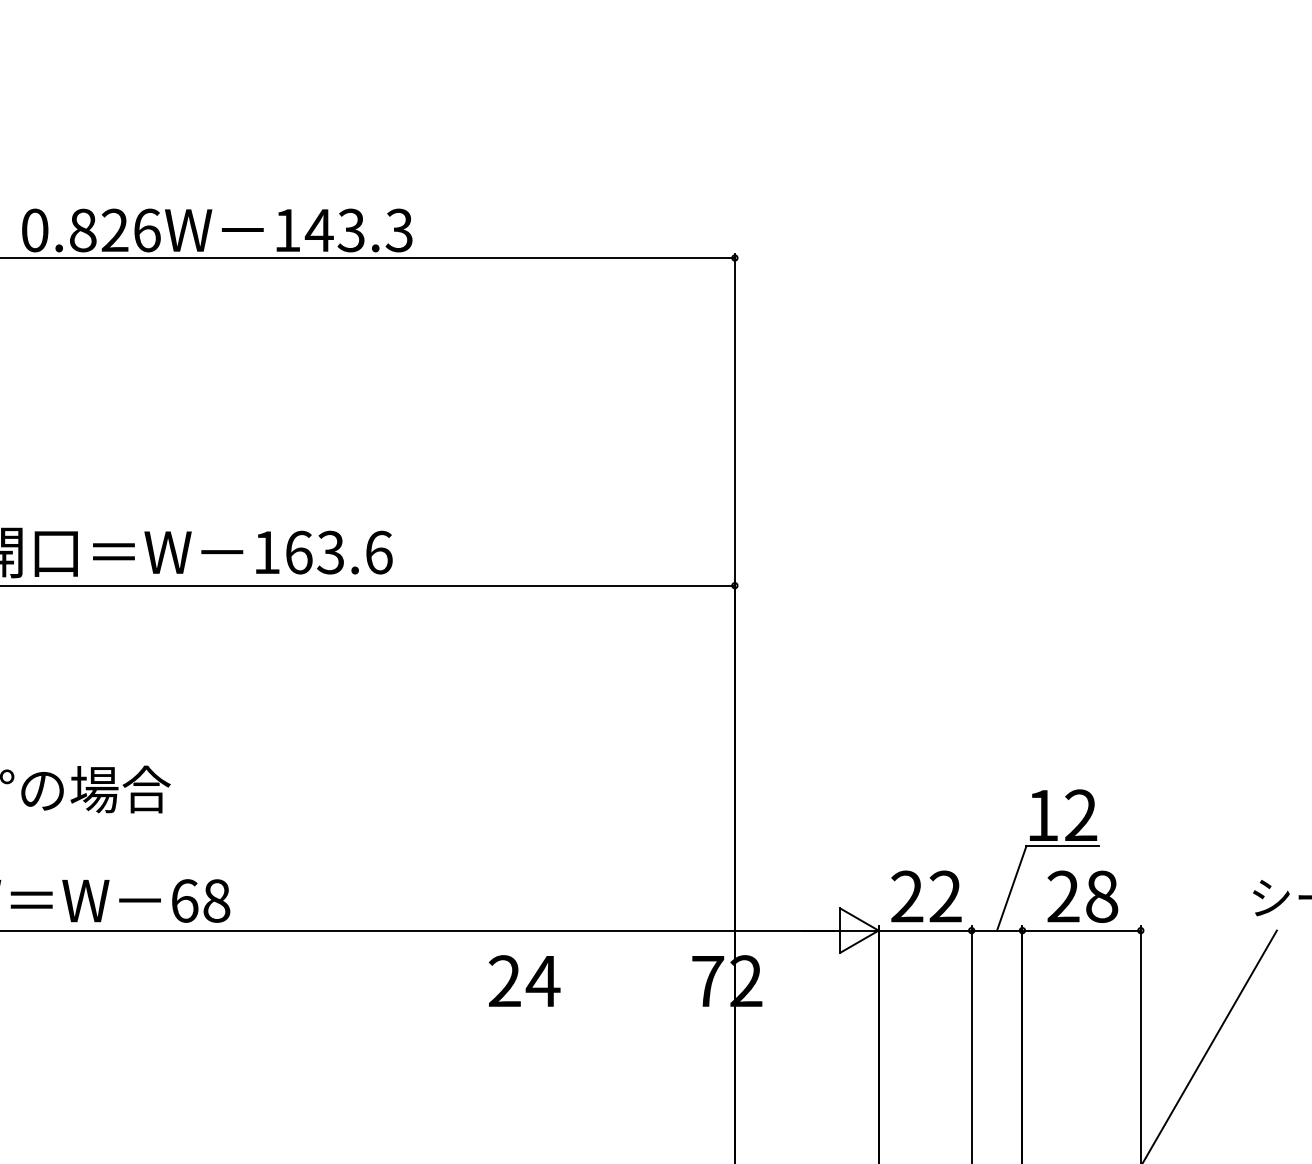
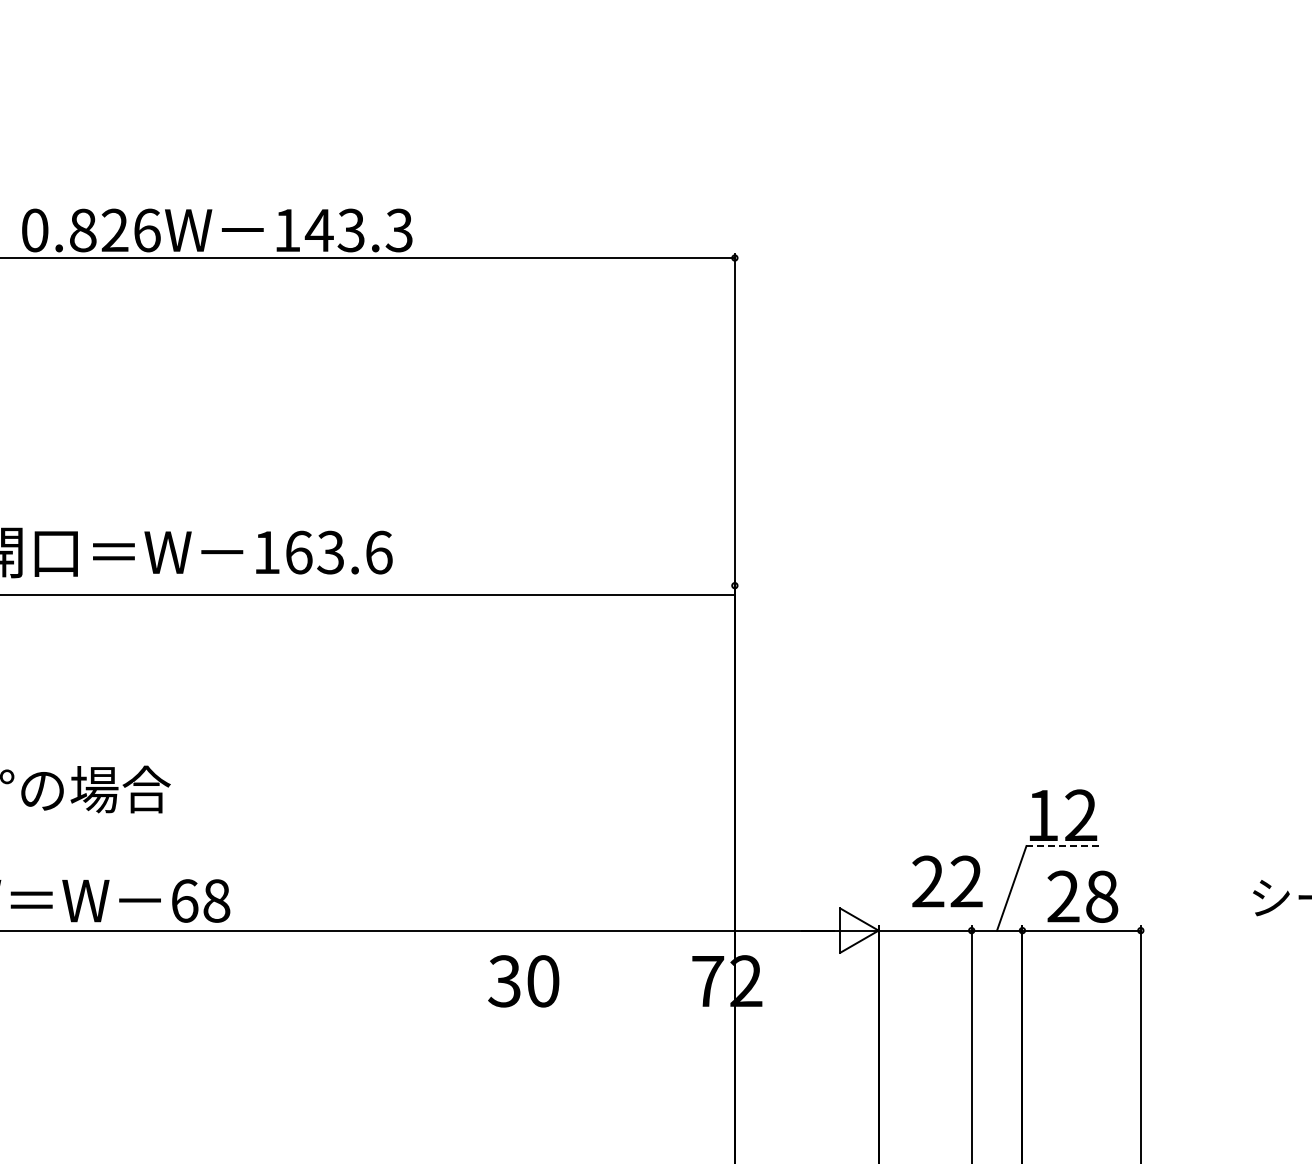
line at (368, 585) position: (368, 585) -> (368, 594)
line at (1063, 846): solid -> dashed
text at (926, 896) position: (926, 896) -> (947, 881)
text at (524, 981): 24 -> 30
line at (1210, 1045): present -> none
